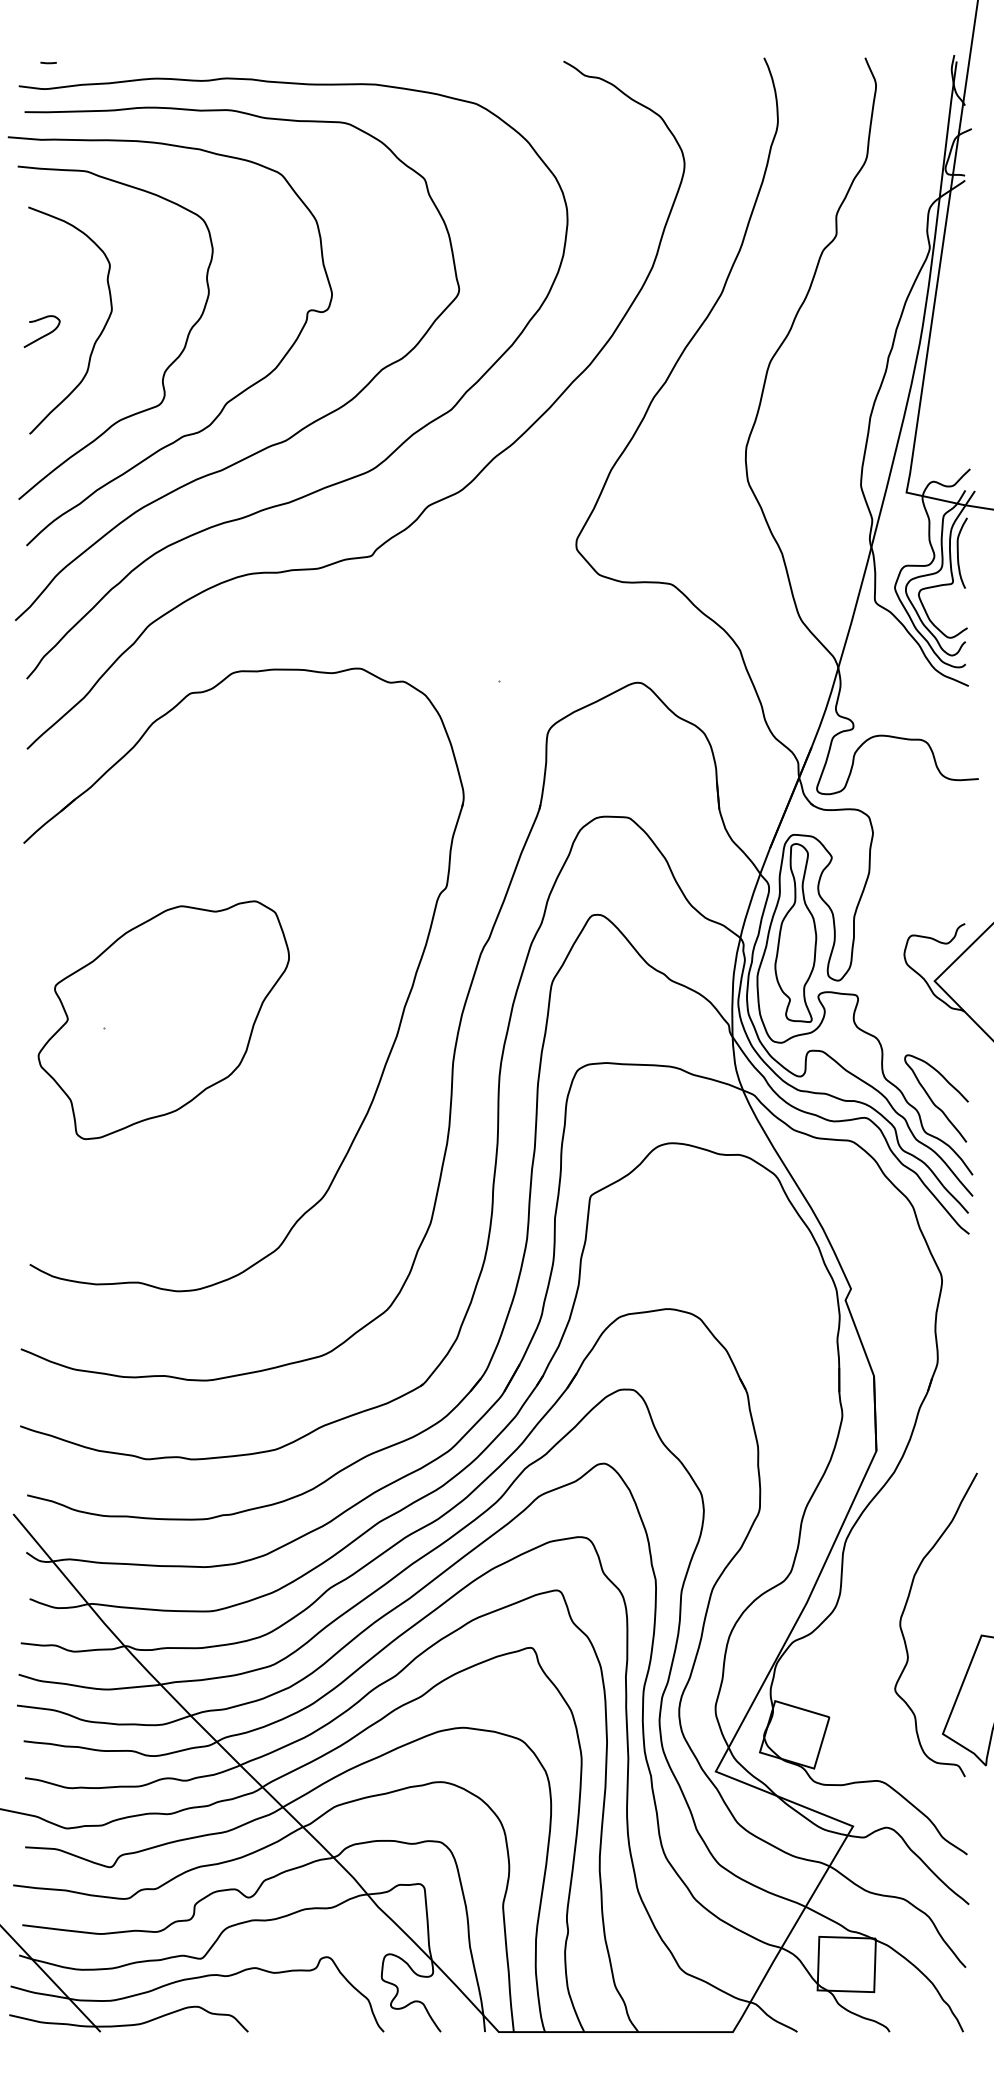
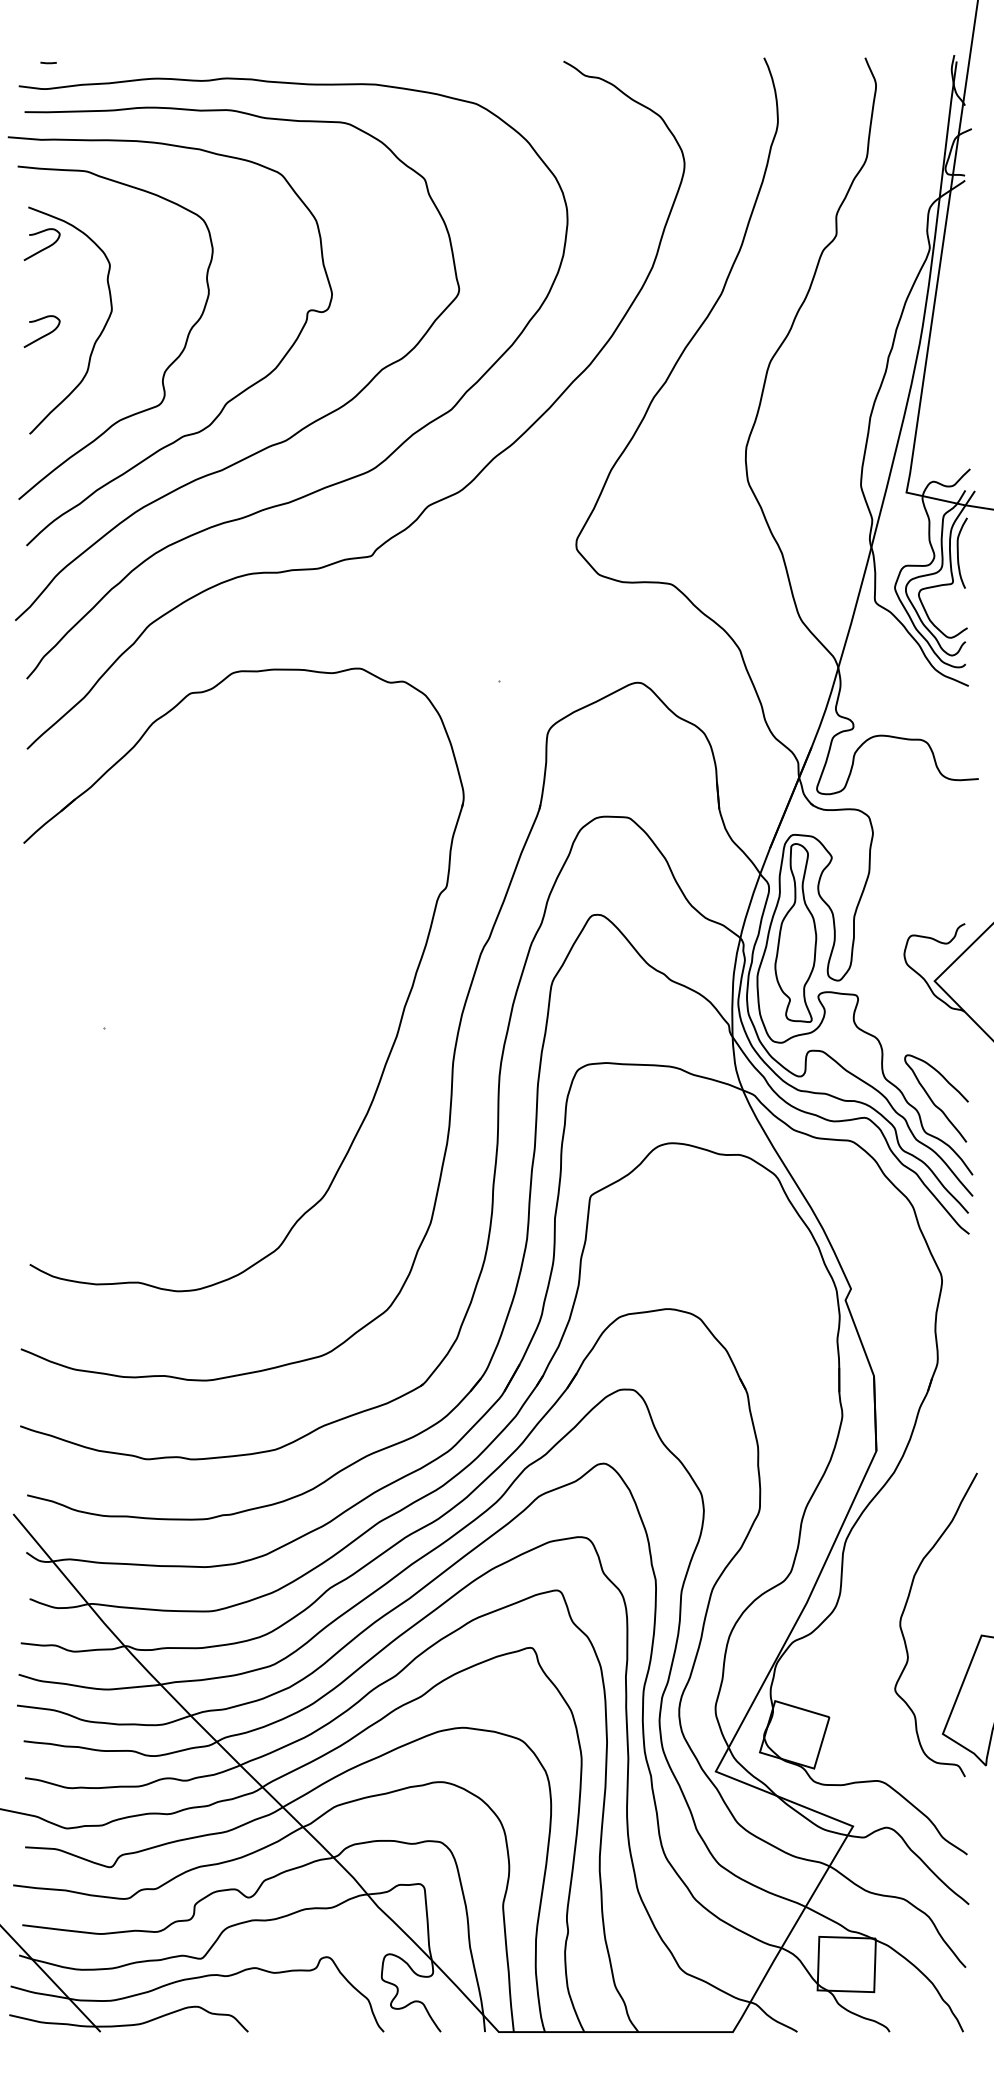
curve at (43, 248): none -> present
part at (163, 1020): present -> none
